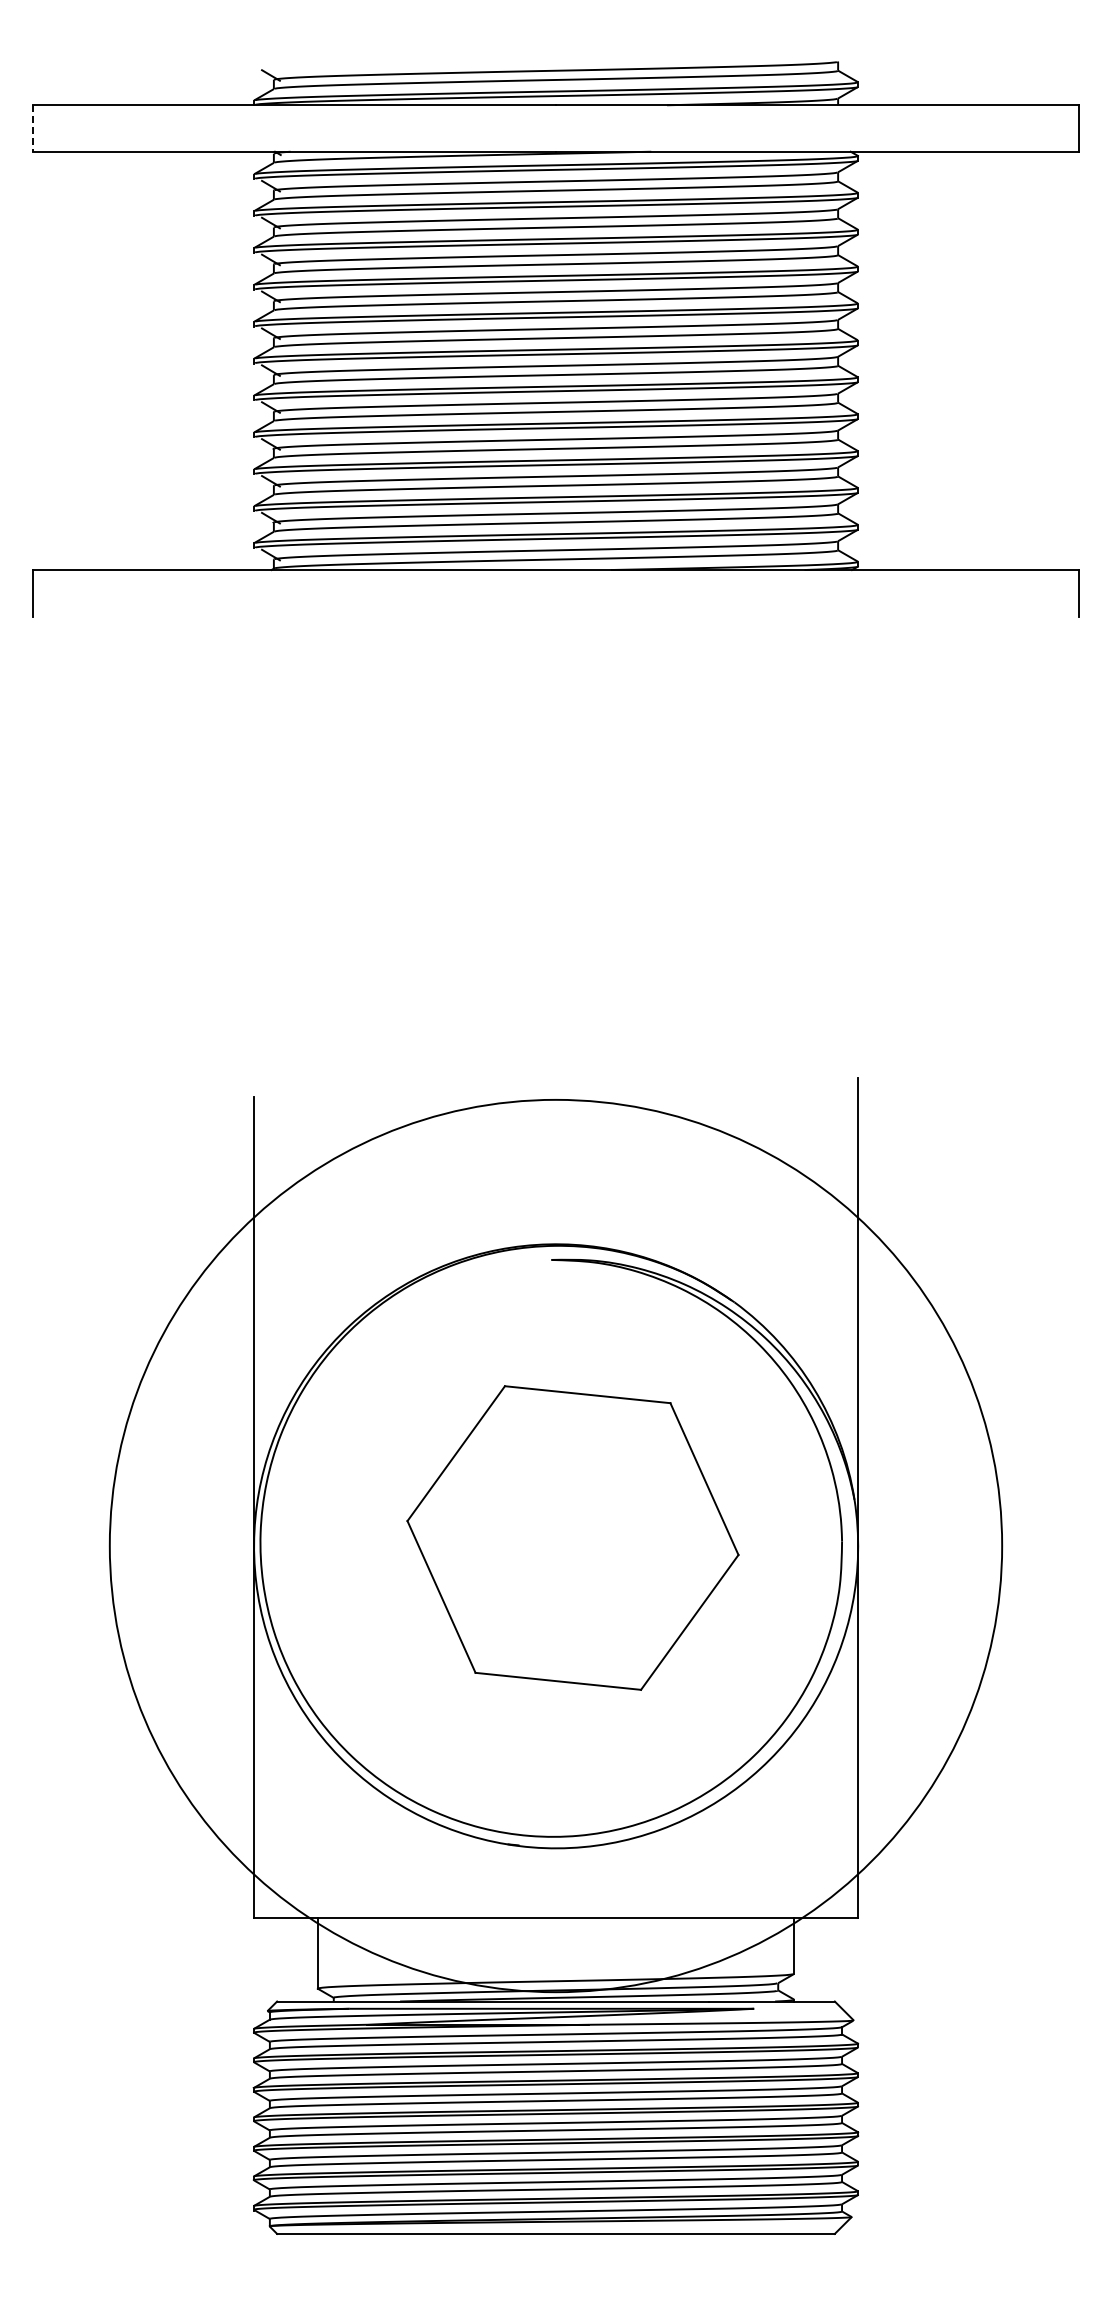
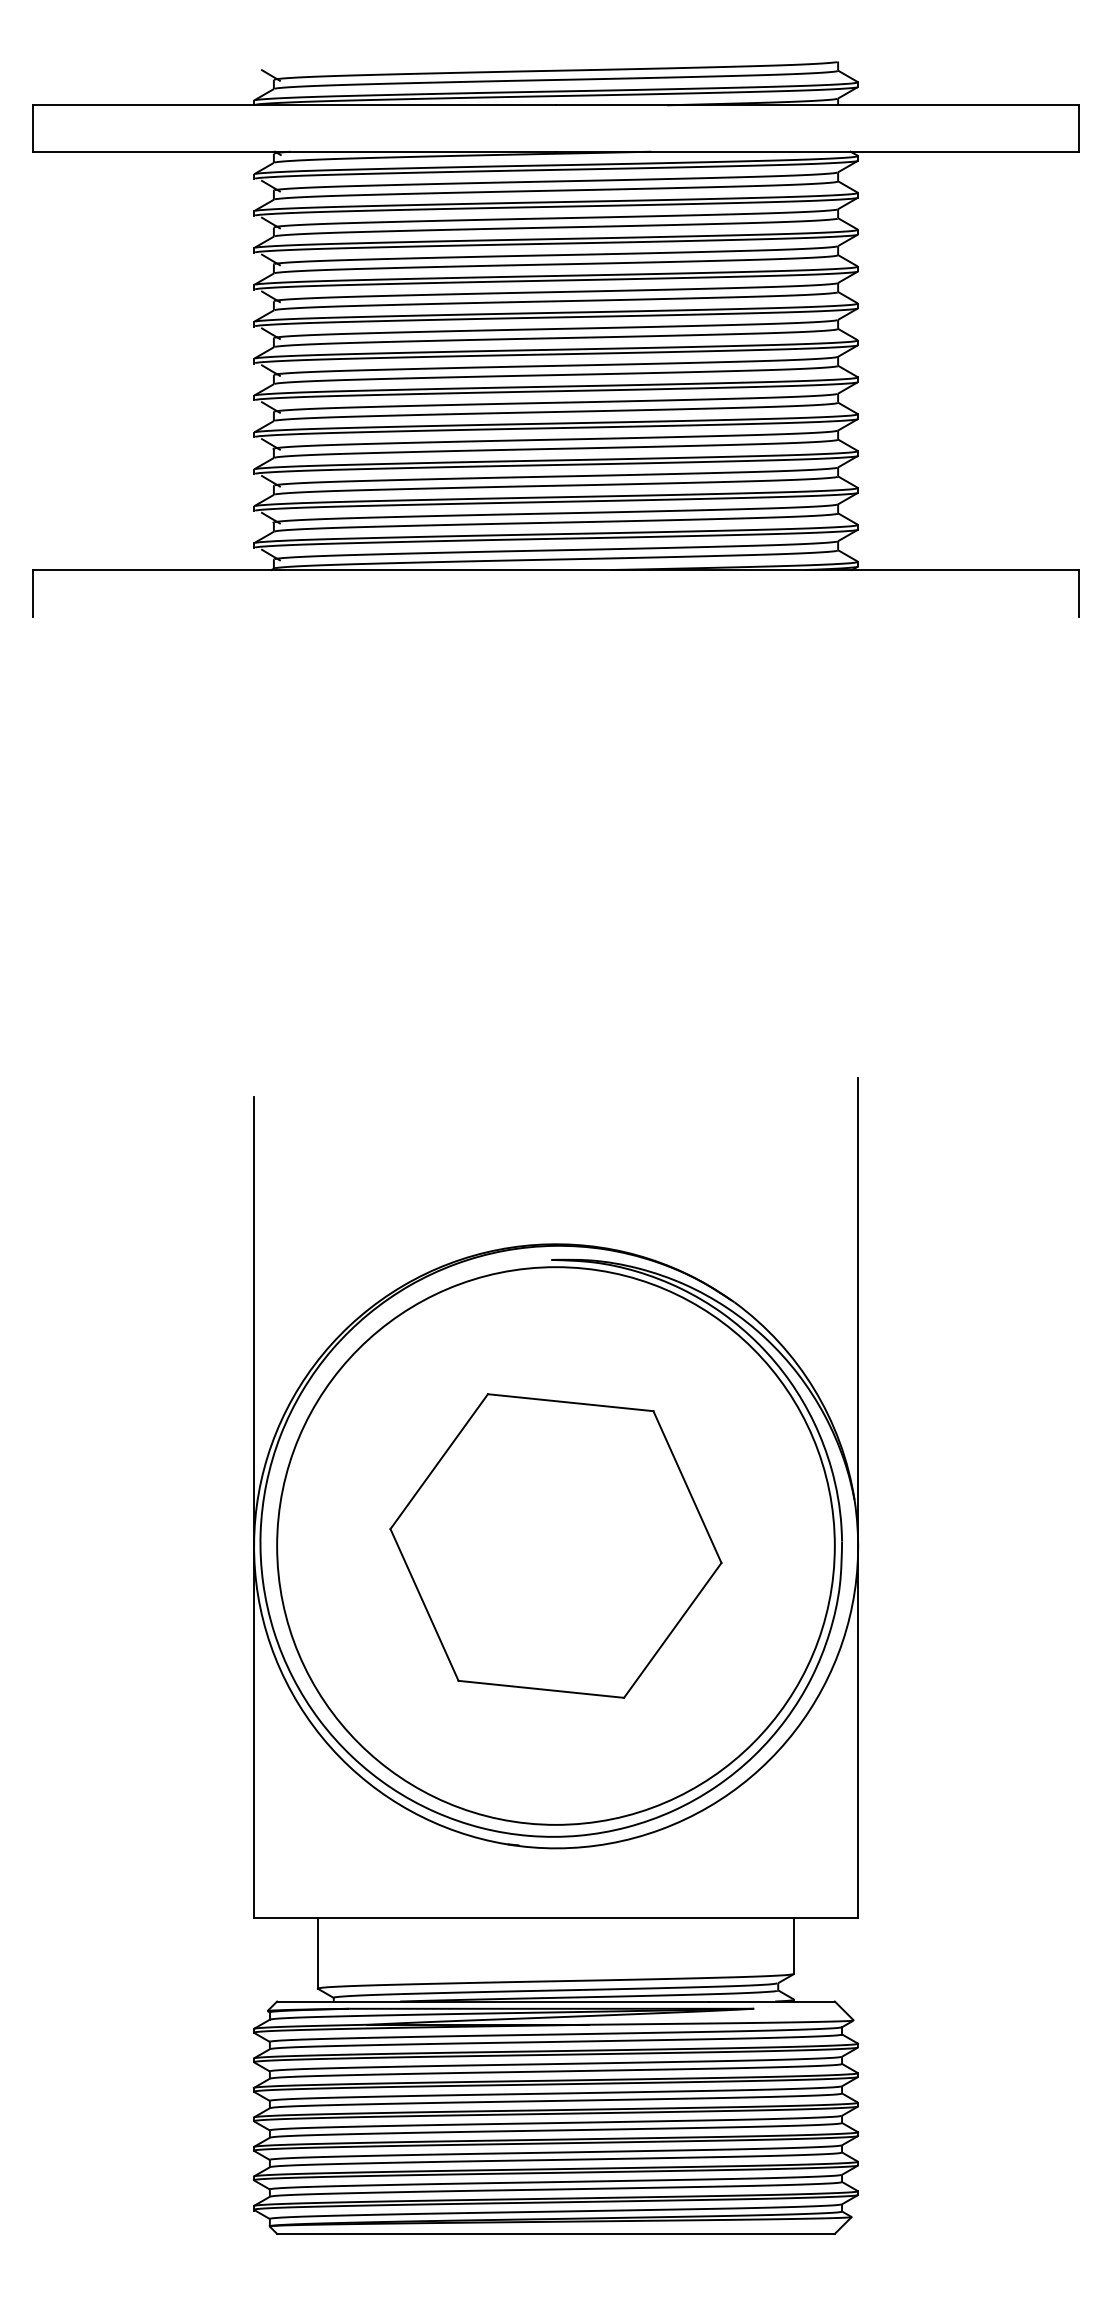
line at (33, 129): dashed -> solid
part at (572, 1537) position: (572, 1537) -> (555, 1545)
circle at (555, 1545) diameter: 892 px -> 558 px
